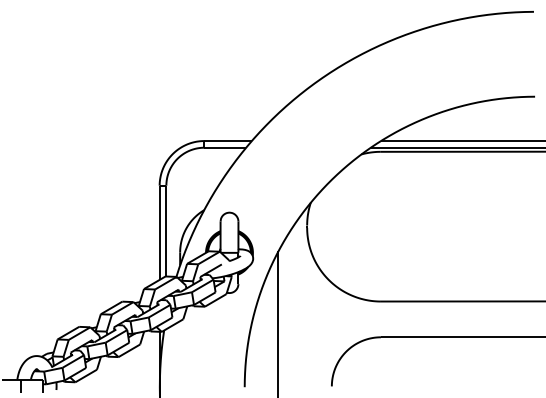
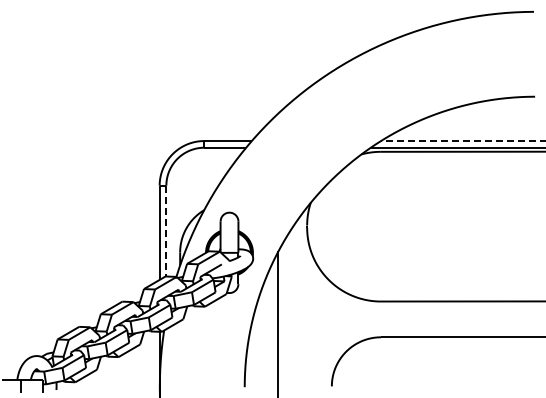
line at (462, 141): solid -> dashed
line at (166, 231): solid -> dashed
